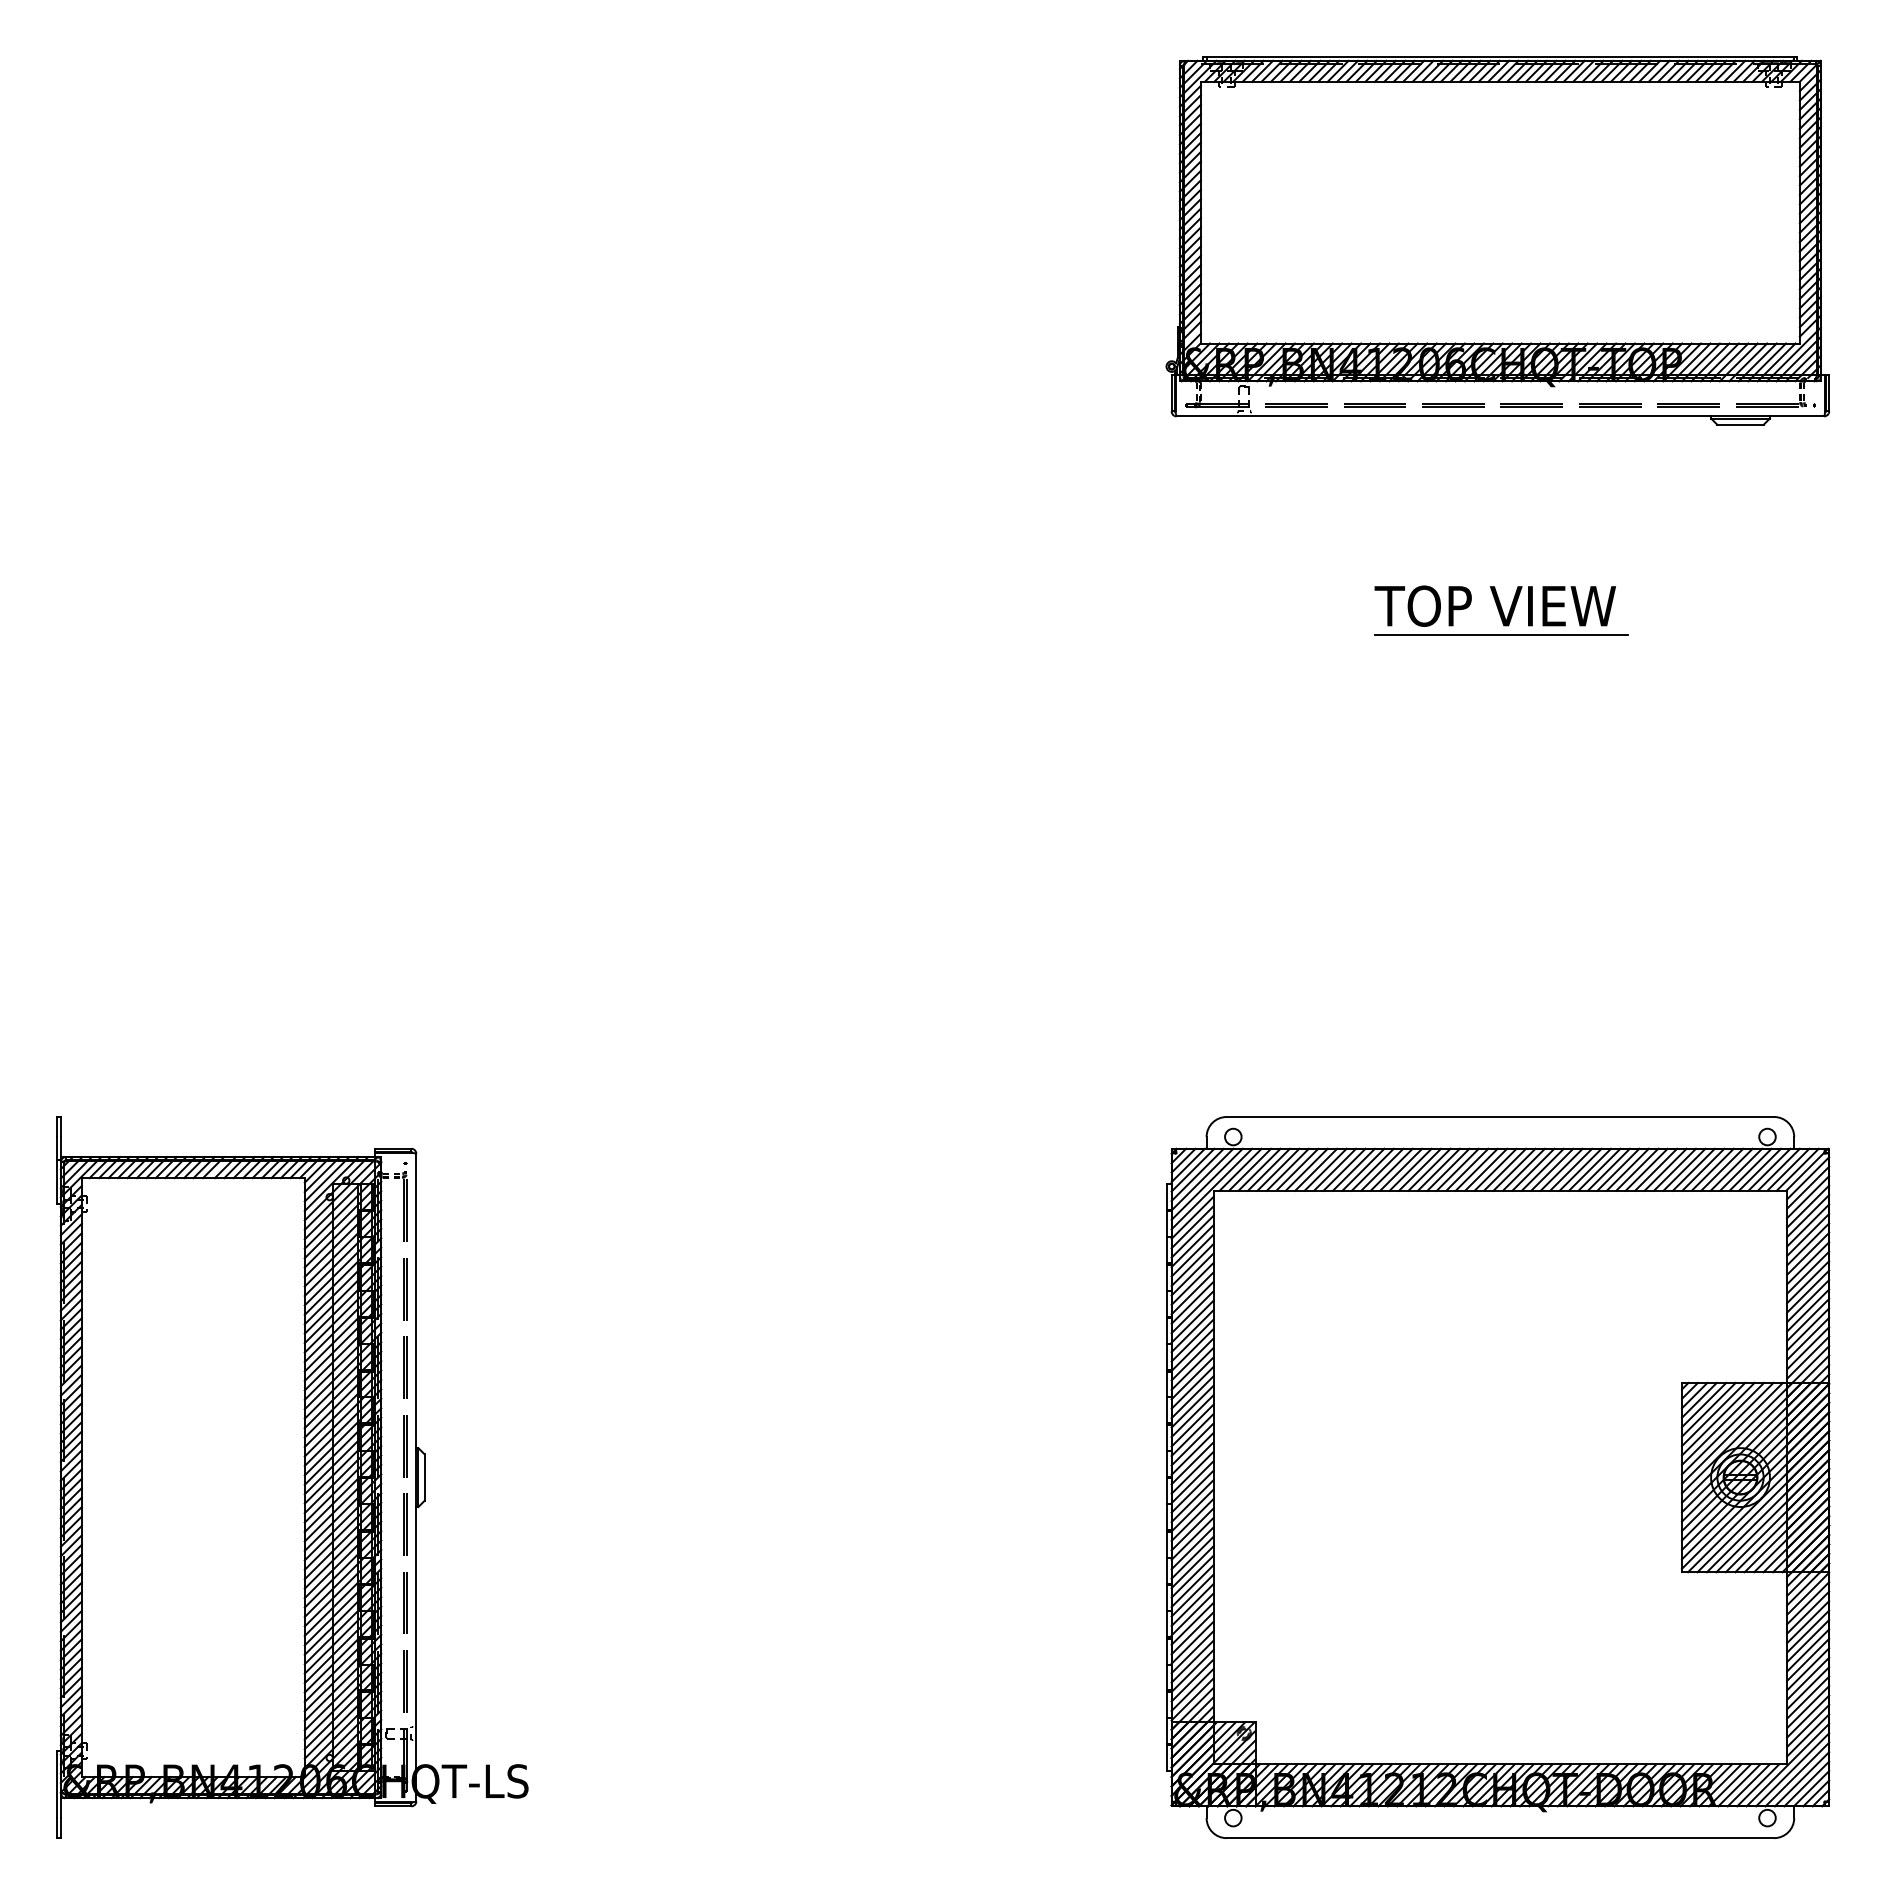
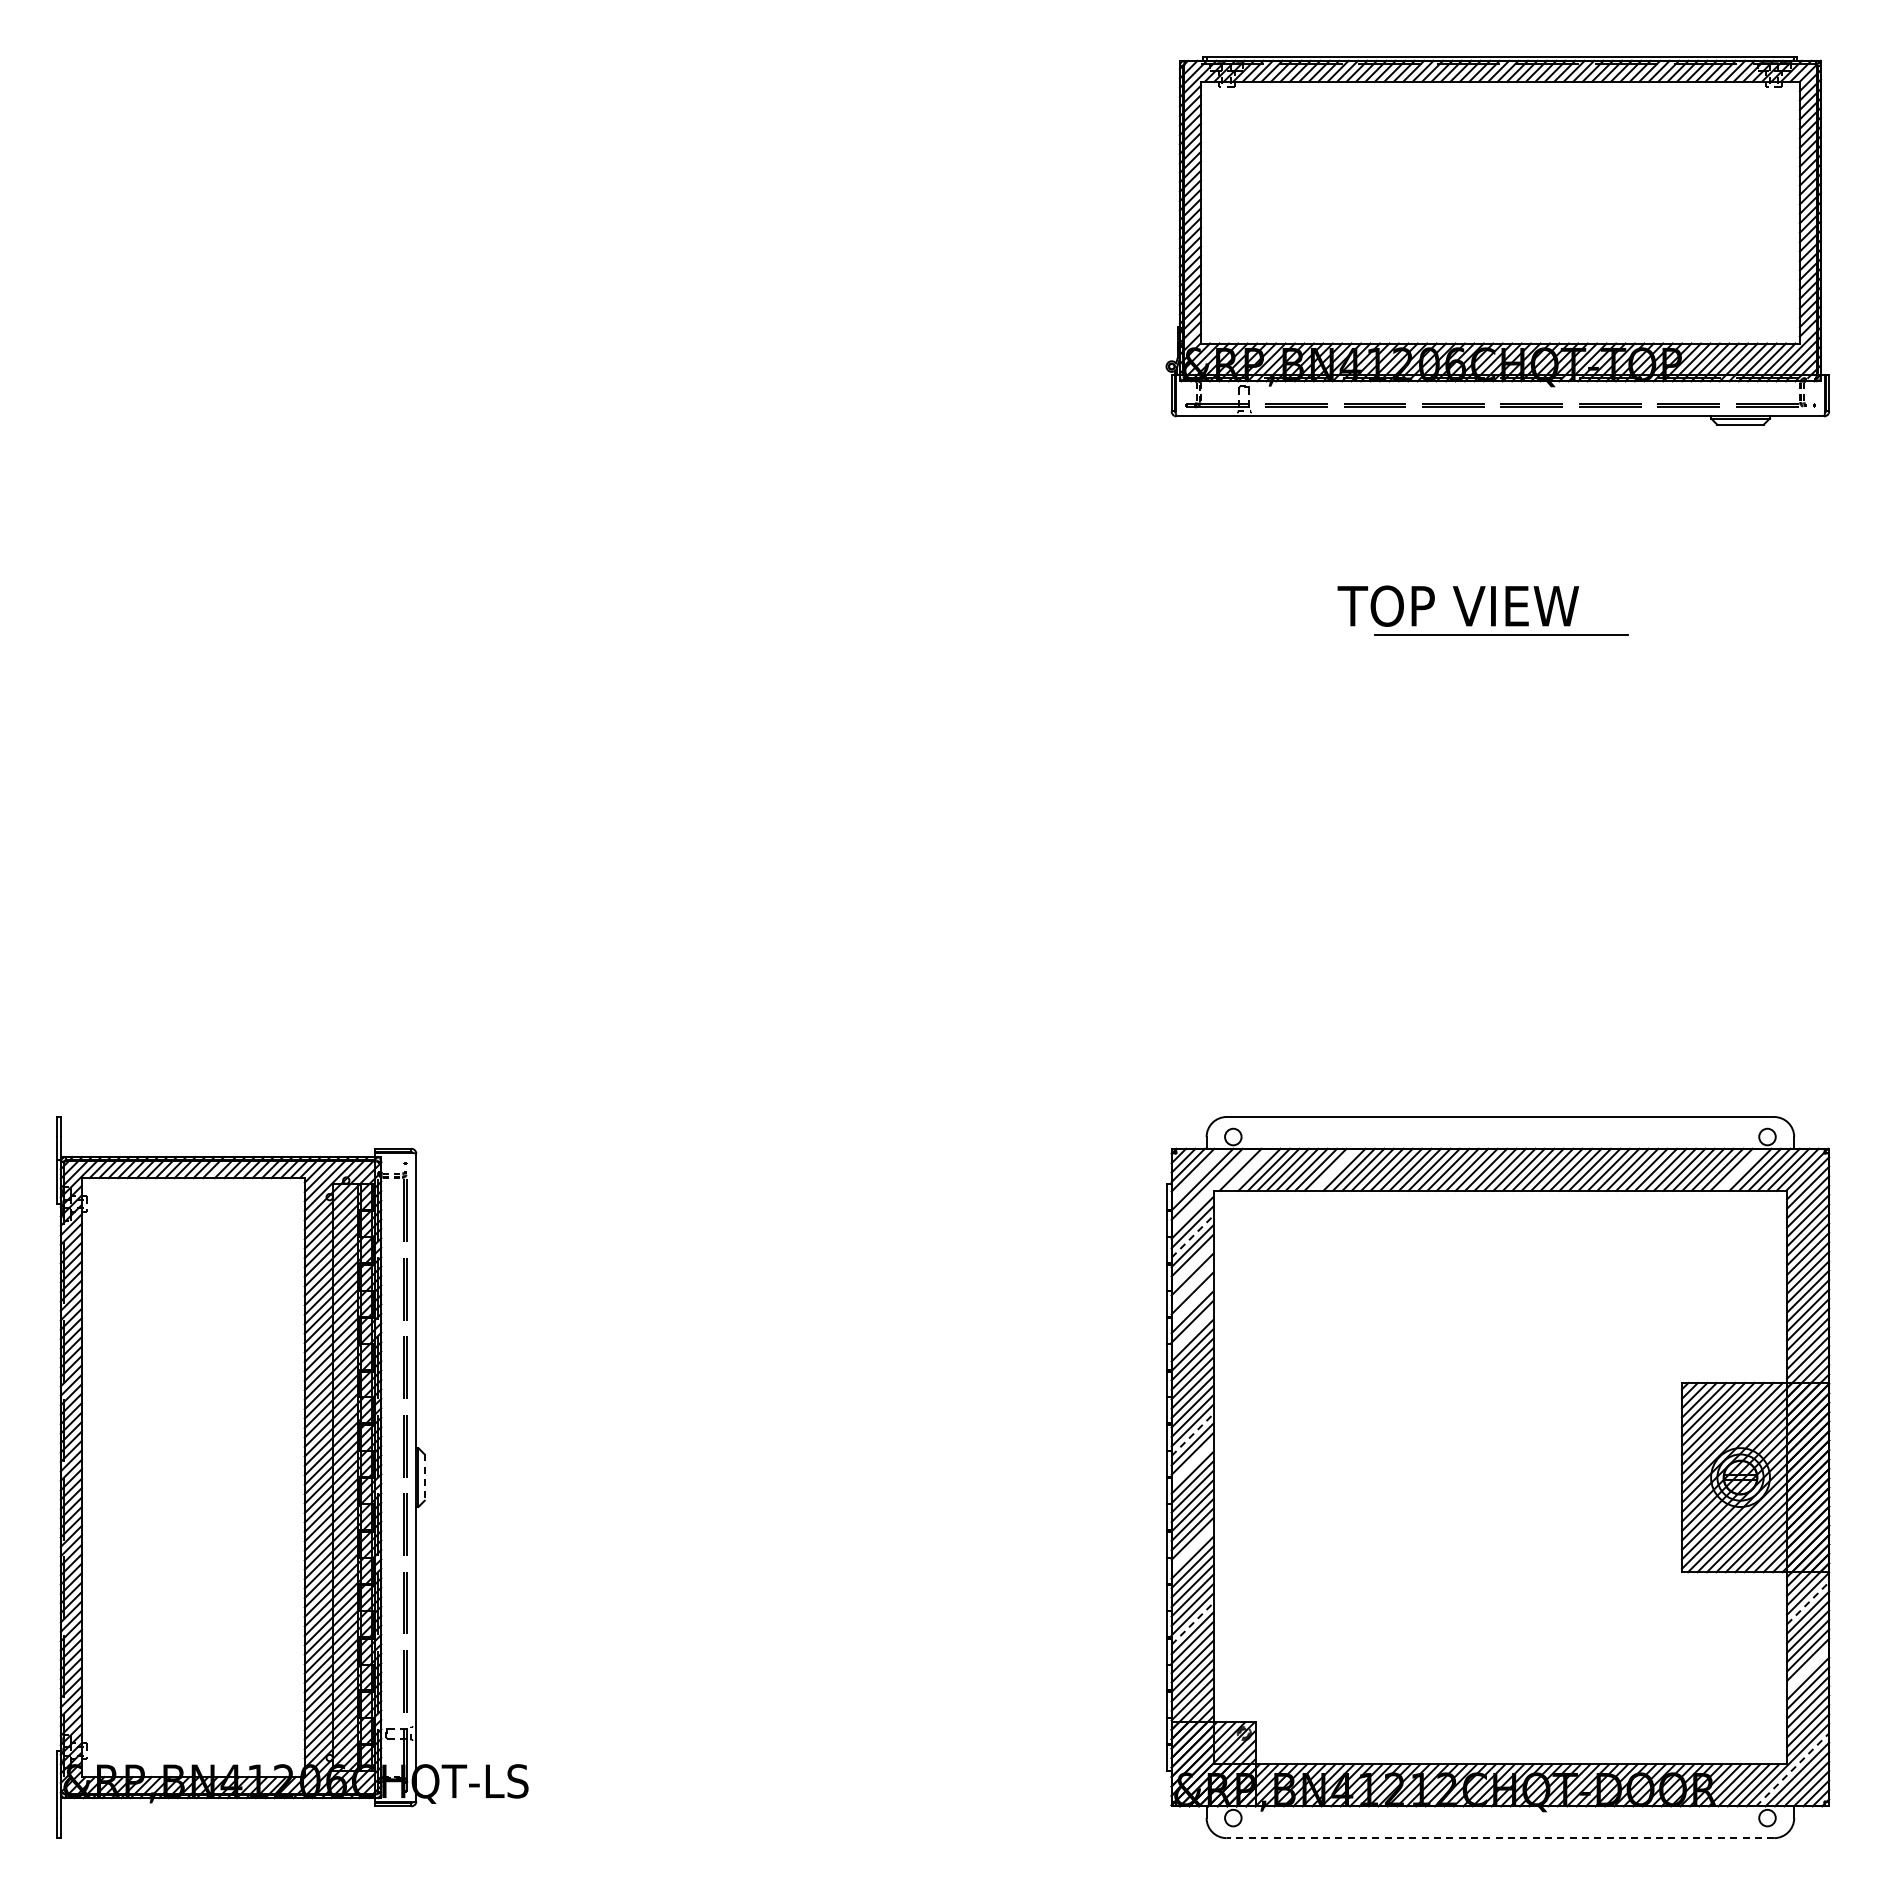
text at (1494, 605) position: (1494, 605) -> (1457, 605)
line at (1249, 1169): present -> none
line at (1334, 1169): present -> none
line at (1741, 1169): present -> none
line at (1197, 1174): present -> none
line at (1211, 1188): present -> none
line at (1192, 1236): solid -> dashed
line at (1192, 1264): present -> none
line at (1192, 1283): present -> none
line at (1192, 1302): present -> none
line at (1192, 1331): present -> none
line at (1192, 1434): solid -> dashed
line at (1192, 1463): present -> none
line at (424, 1478): solid -> dashed
line at (1192, 1548): present -> none
line at (1808, 1603): solid -> dashed
line at (1192, 1623): solid -> dashed
line at (1808, 1669): present -> none
line at (1792, 1769): solid -> dashed
line at (1500, 1838): solid -> dashed
